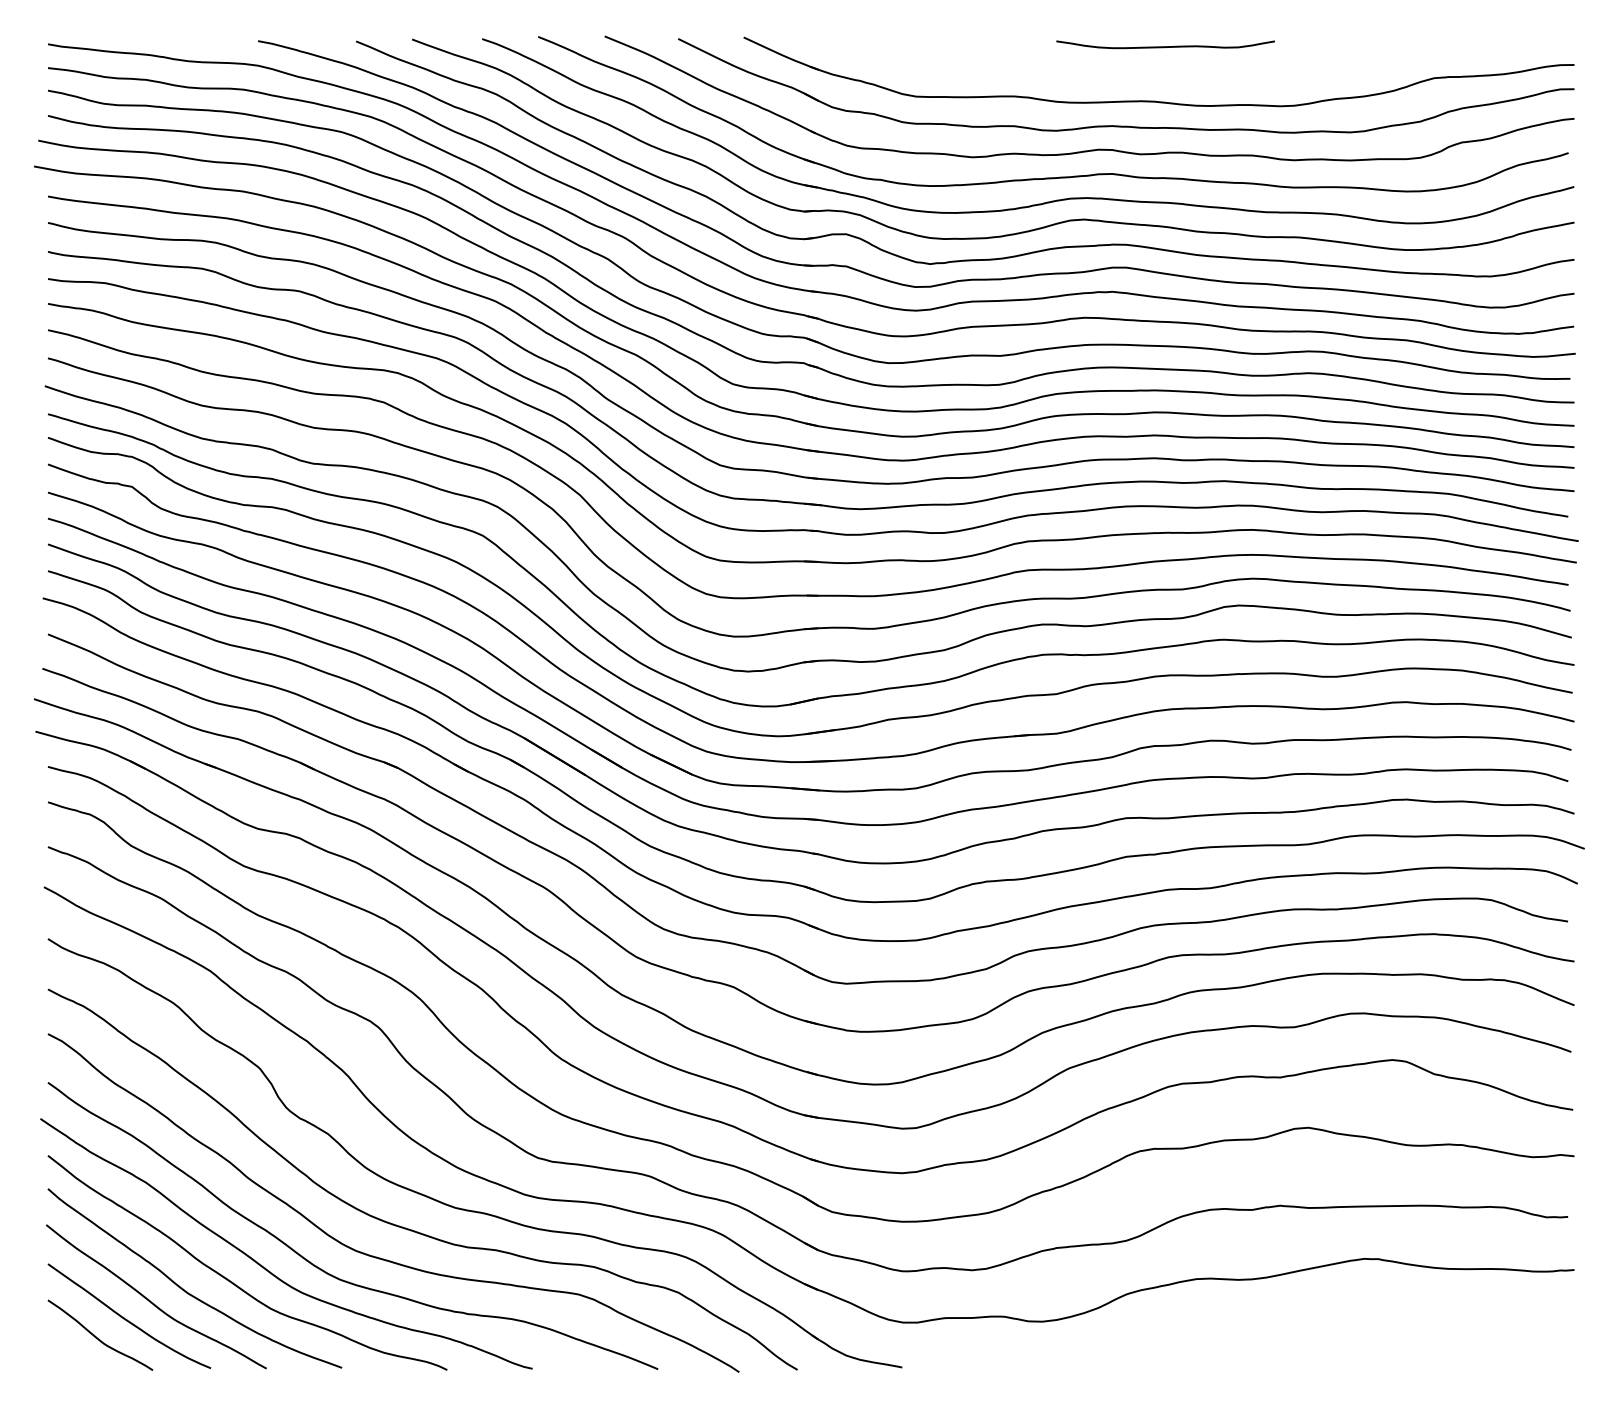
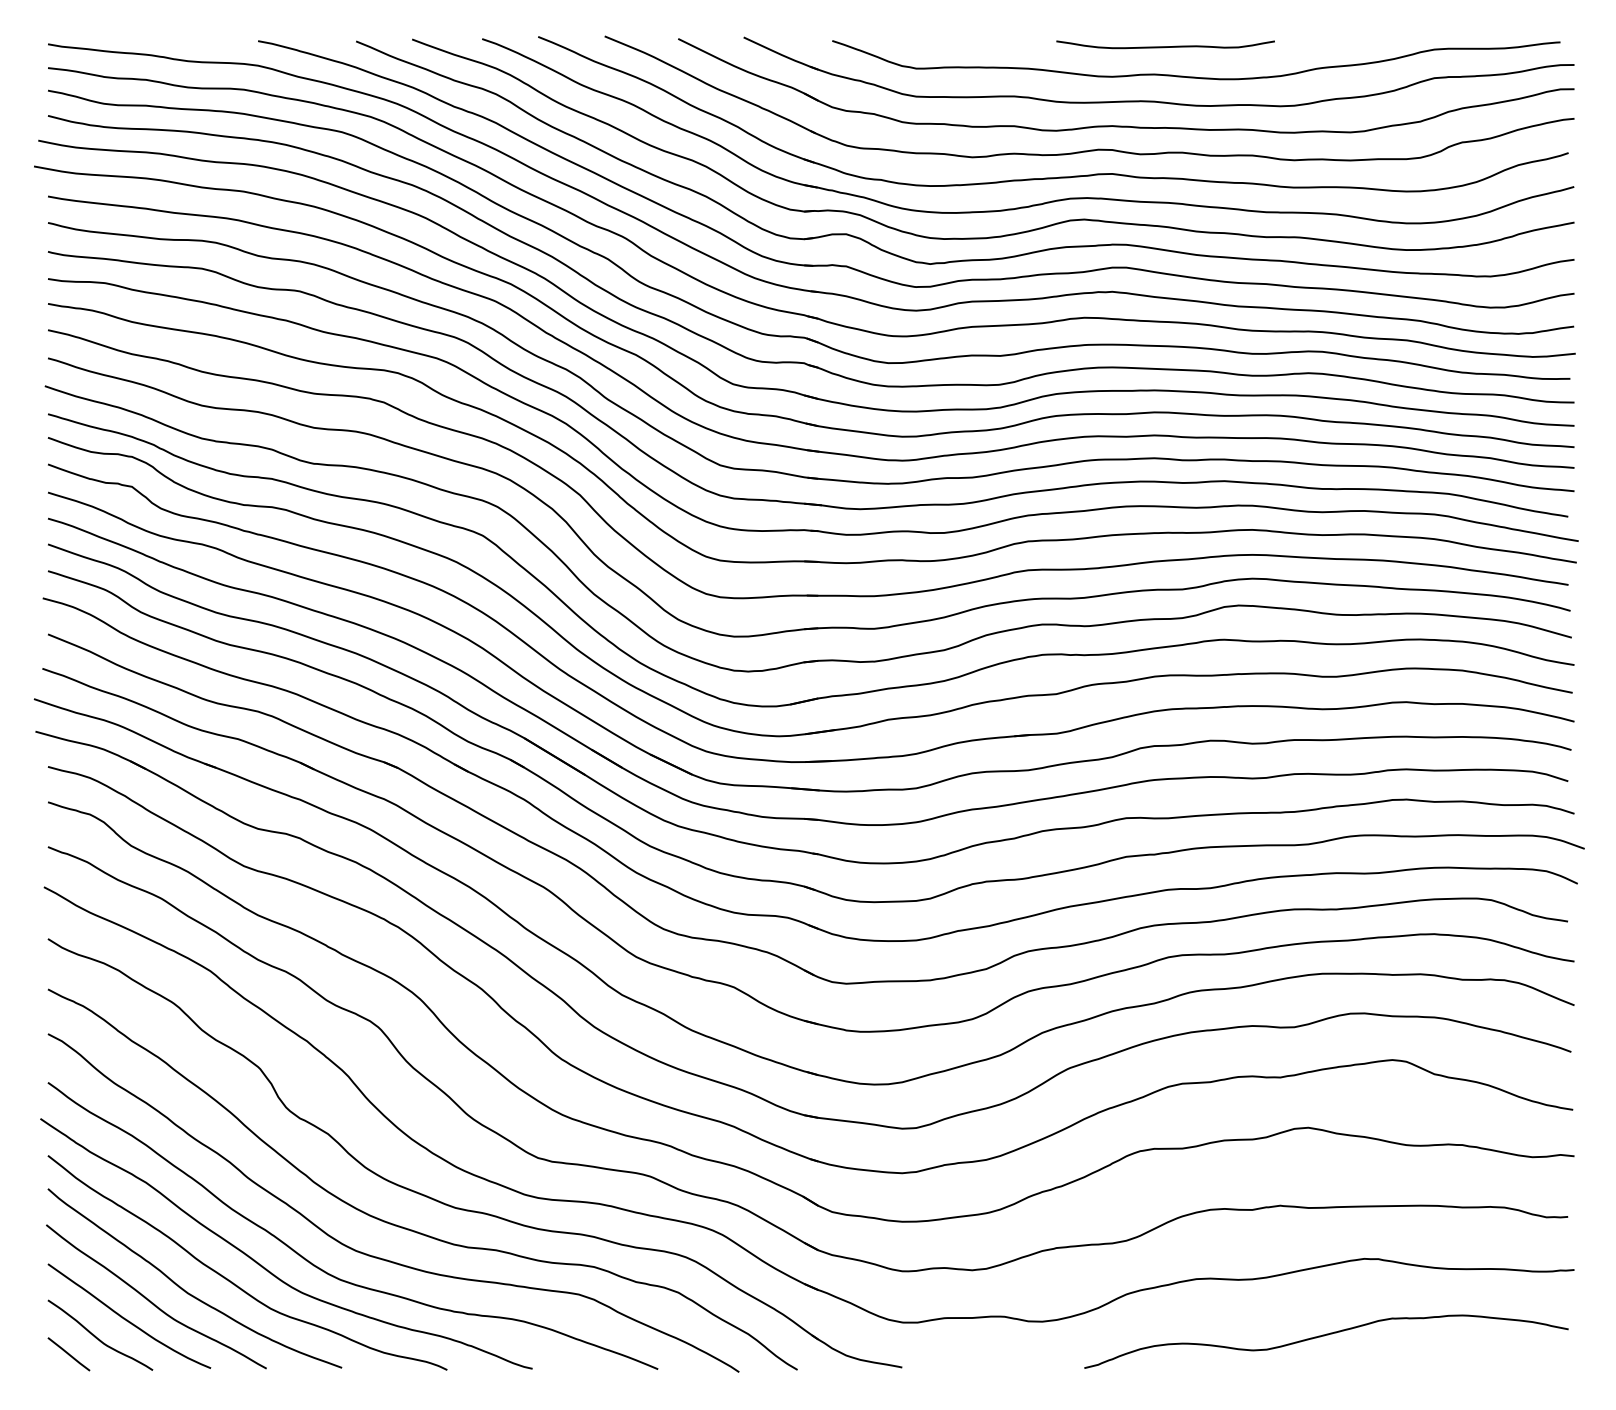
curve at (1195, 76): none -> present
curve at (1324, 1336): none -> present
line at (68, 1354): none -> present
